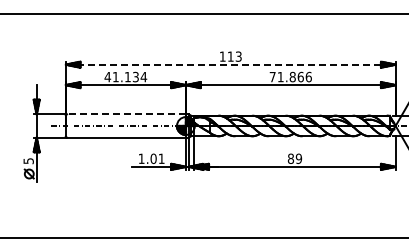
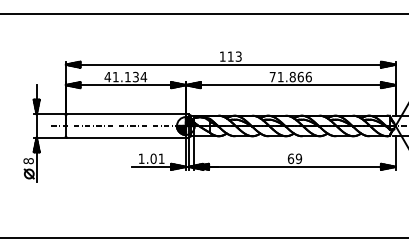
line at (230, 64): dashed -> solid
line at (126, 114): dashed -> solid
text at (290, 158): 89 -> 69
text at (28, 161): 5 -> 8
